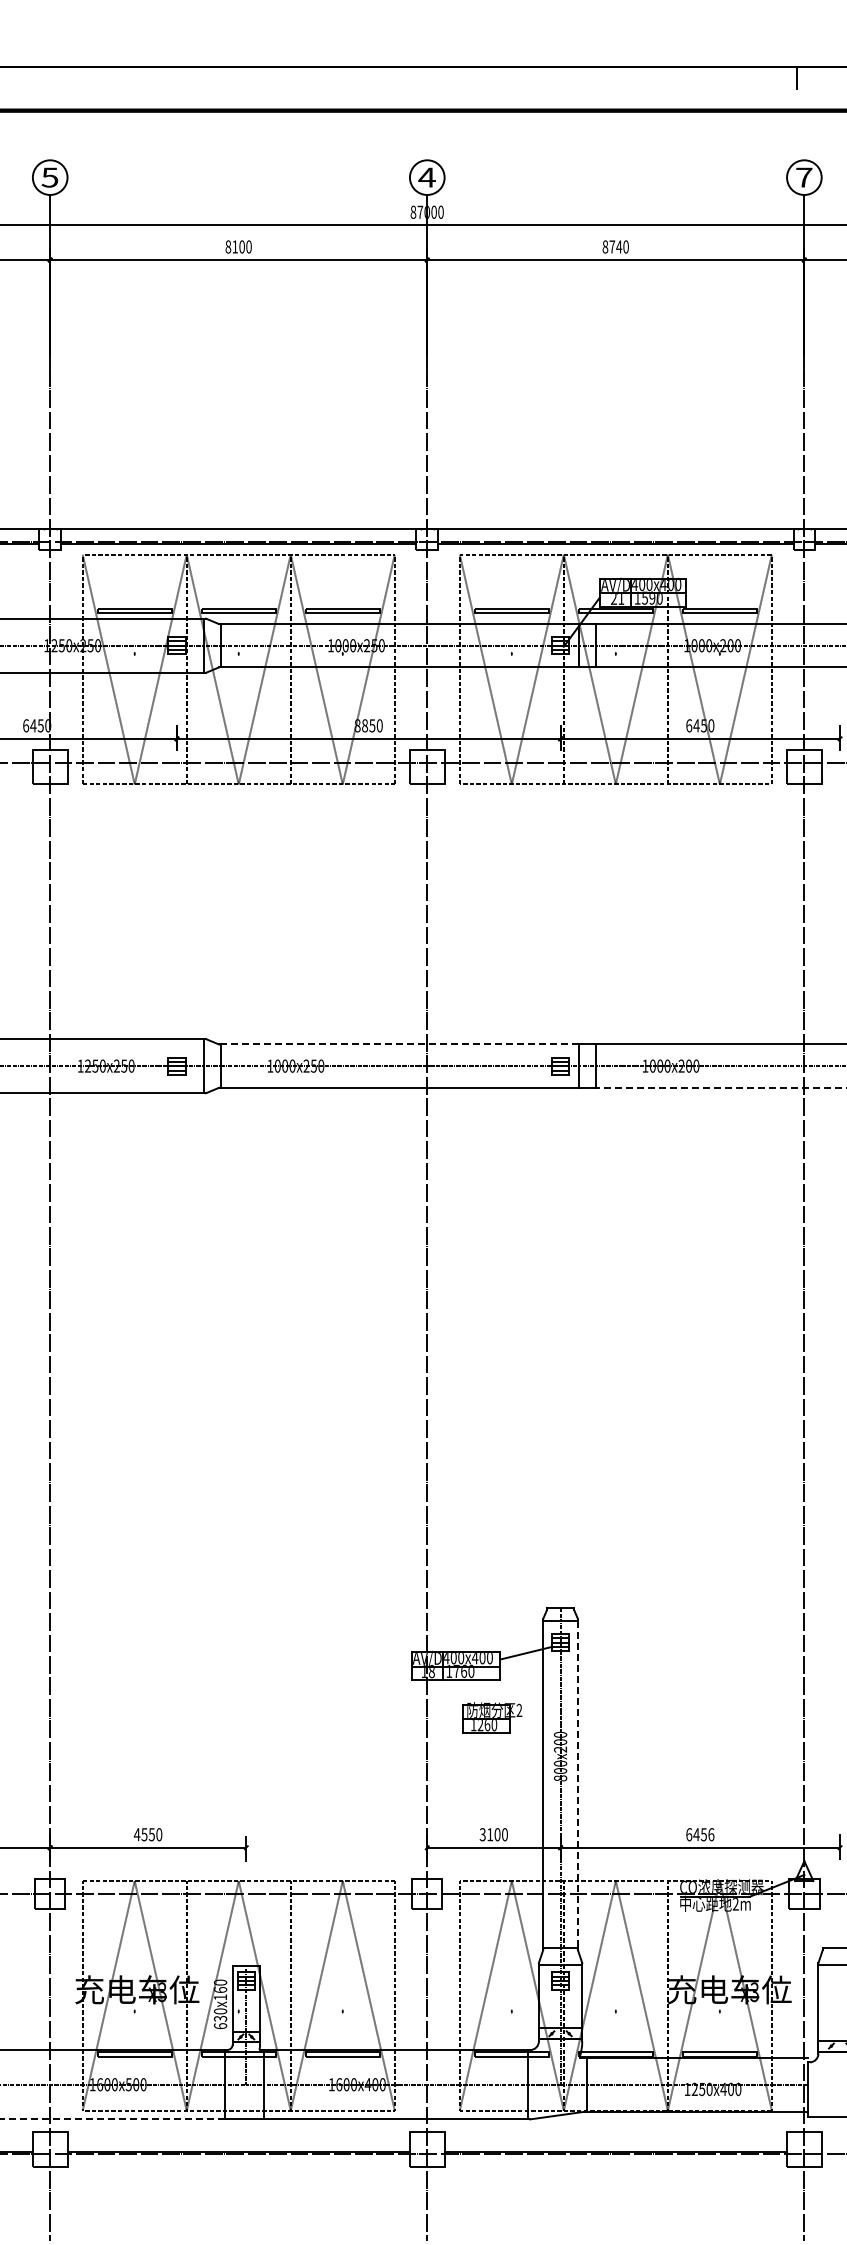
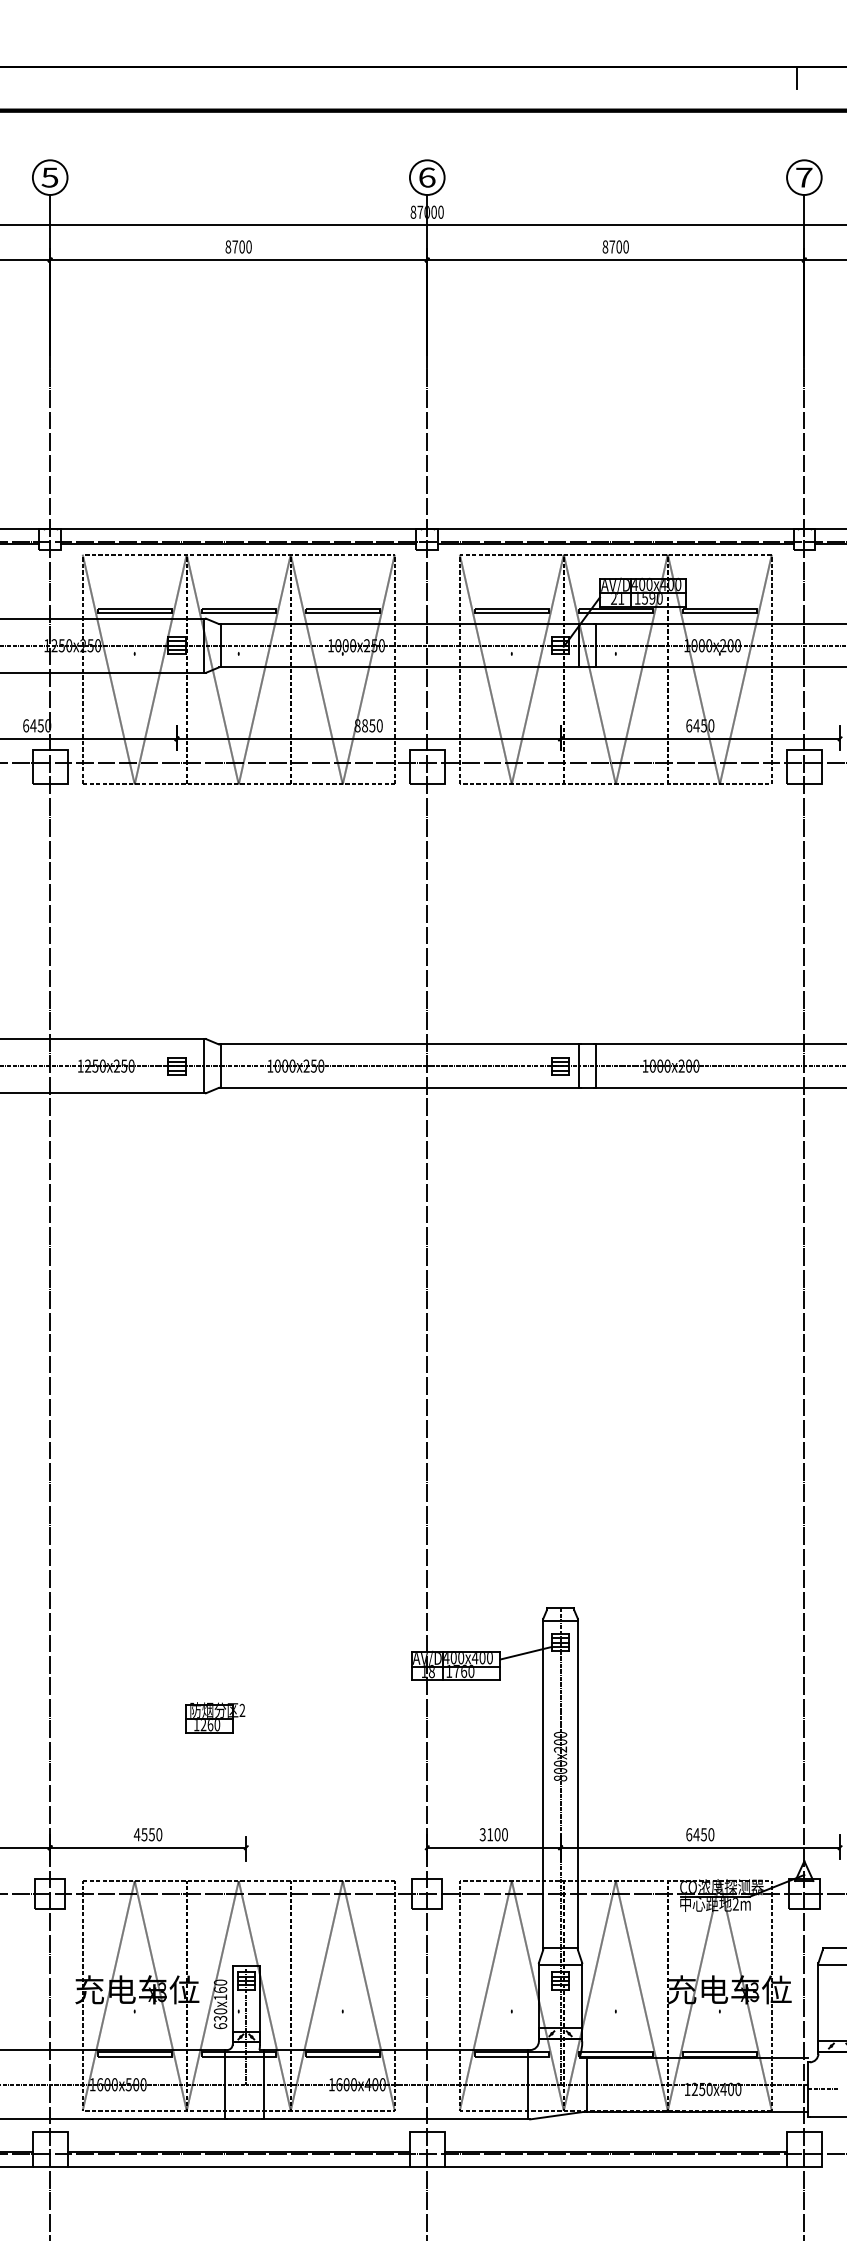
text at (426, 177): 4 -> 6
text at (234, 246): 8100 -> 8700
text at (619, 246): 8740 -> 8700
line at (400, 1044): dashed -> solid
line at (721, 1087): dashed -> solid
part at (492, 1717) position: (492, 1717) -> (215, 1717)
line at (577, 1784): dashed -> solid
text at (711, 1834): 6456 -> 6450
line at (823, 2089): none -> present
line at (112, 2119): dashed -> solid
line at (17, 2167): none -> present
line at (238, 2167): none -> present
line at (615, 2167): none -> present
